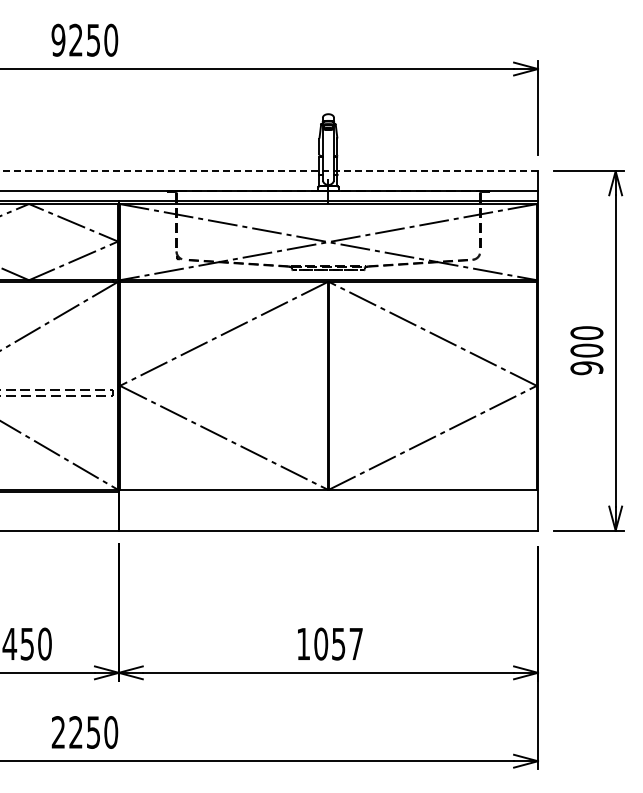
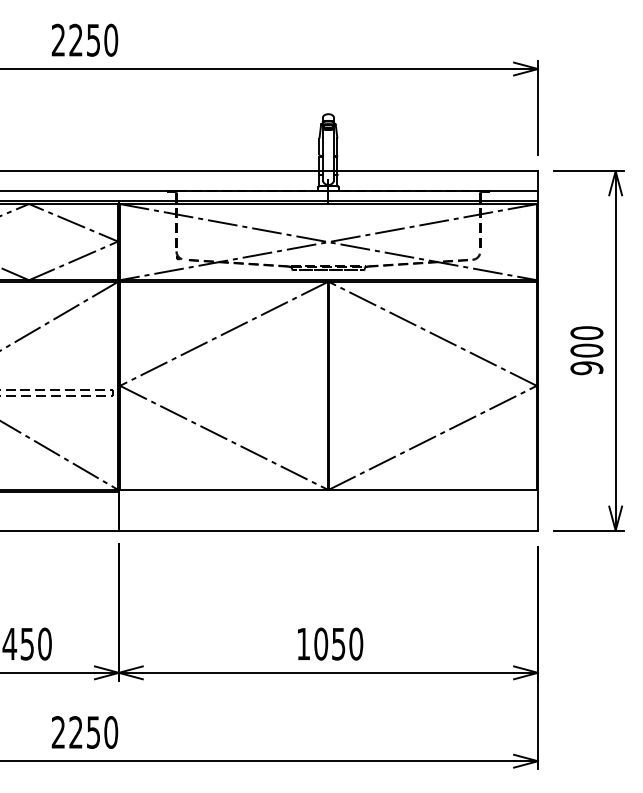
text at (58, 40): 9250 -> 2250
line at (269, 171): dashed -> solid
text at (356, 643): 1057 -> 1050
